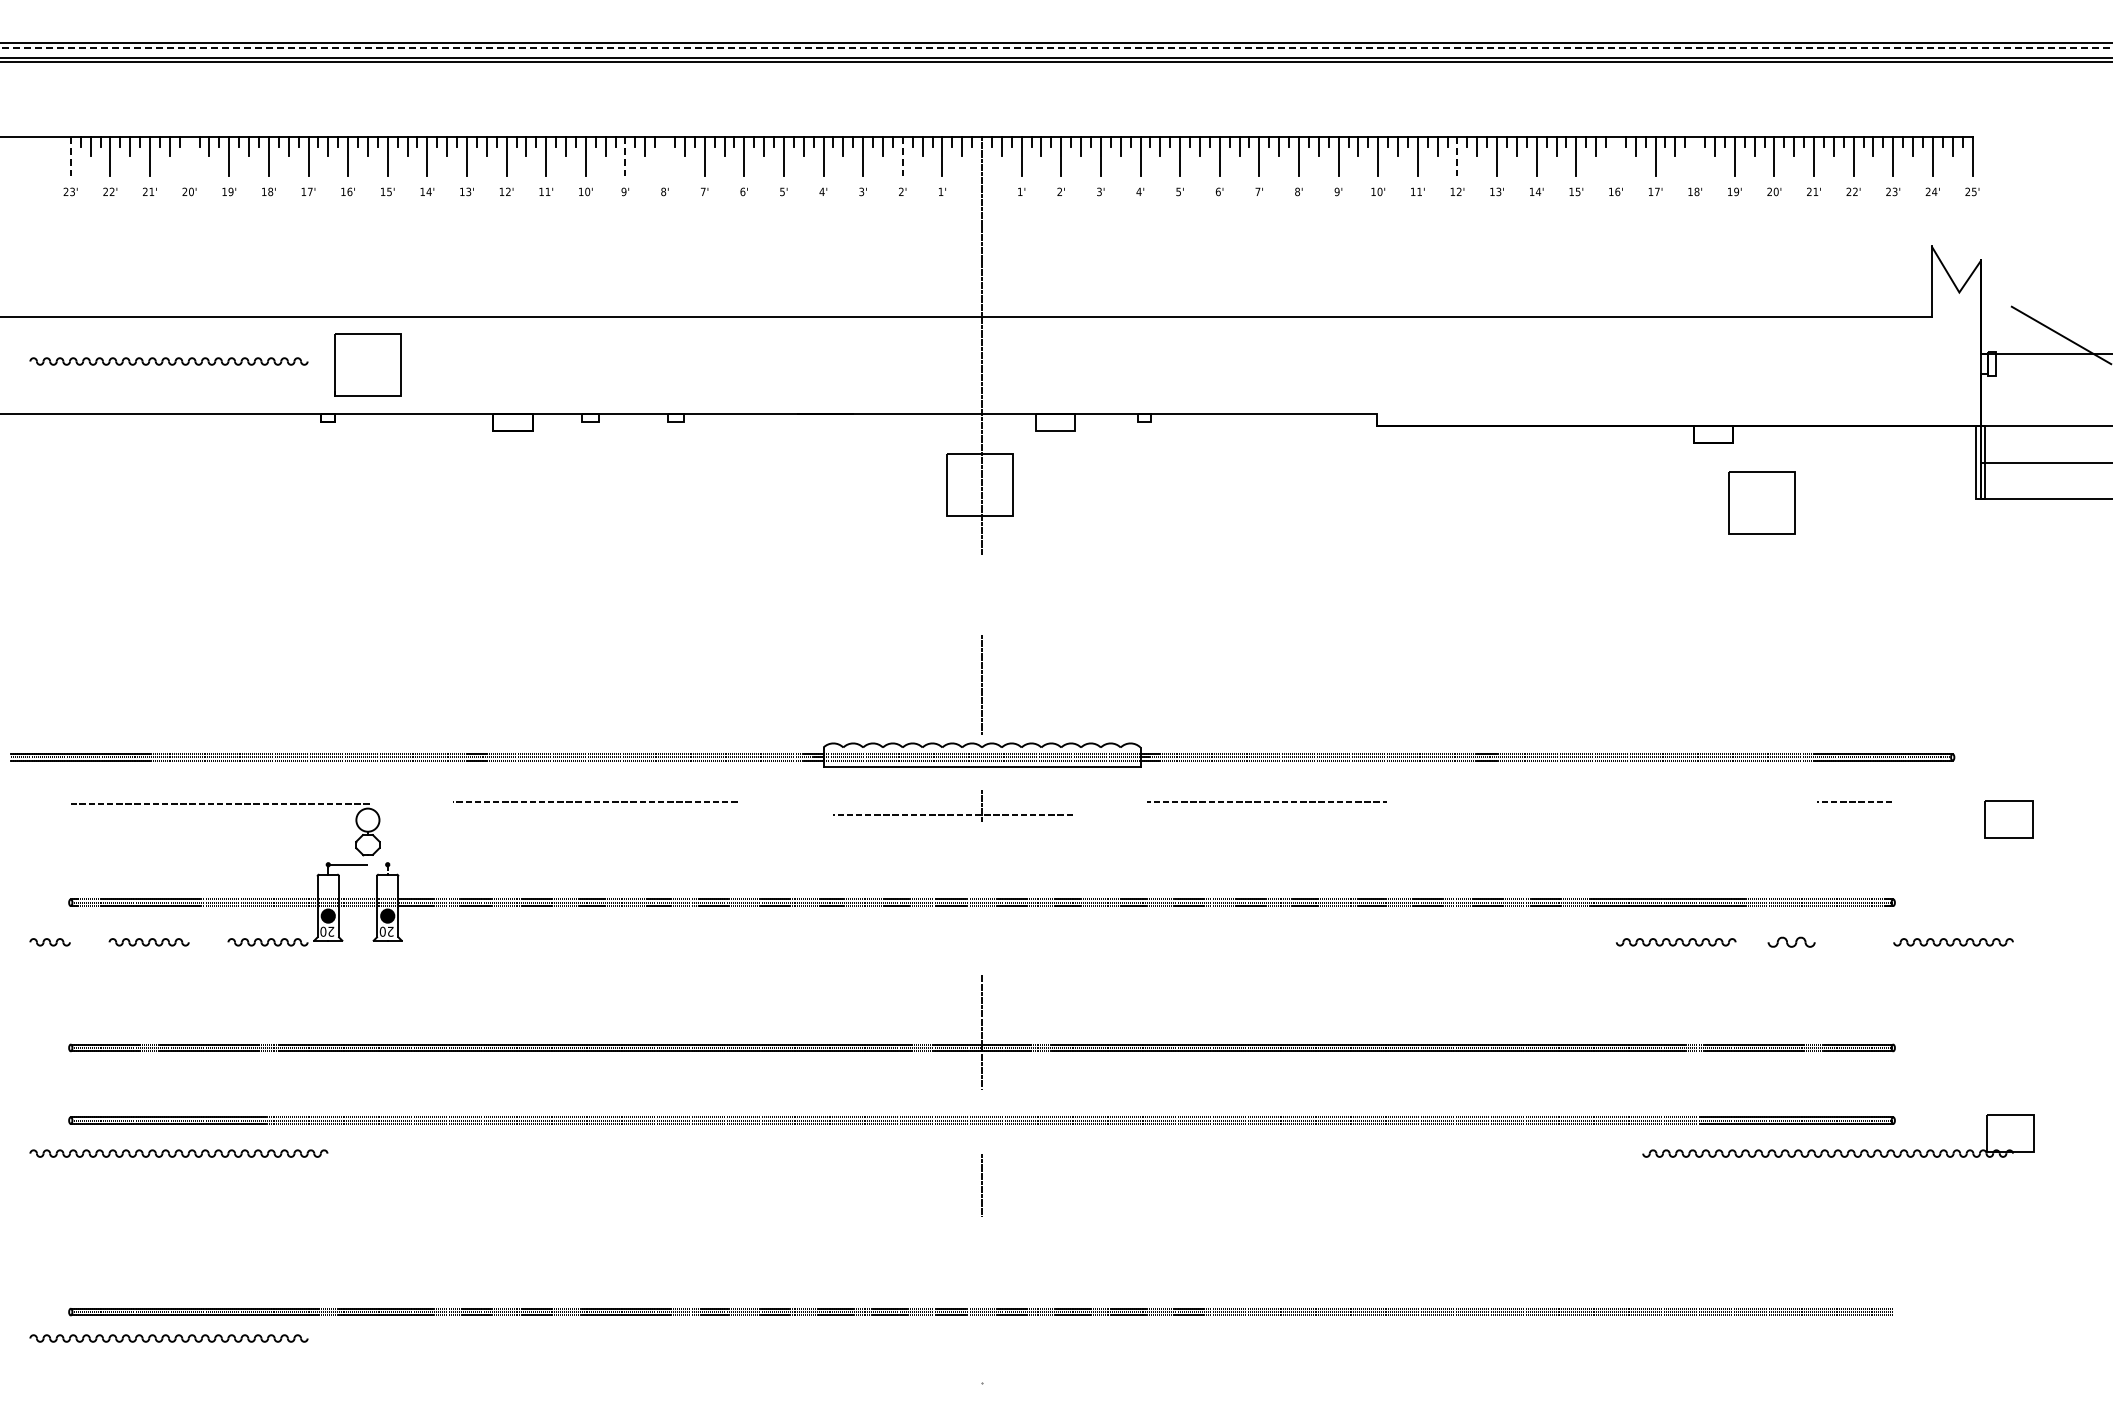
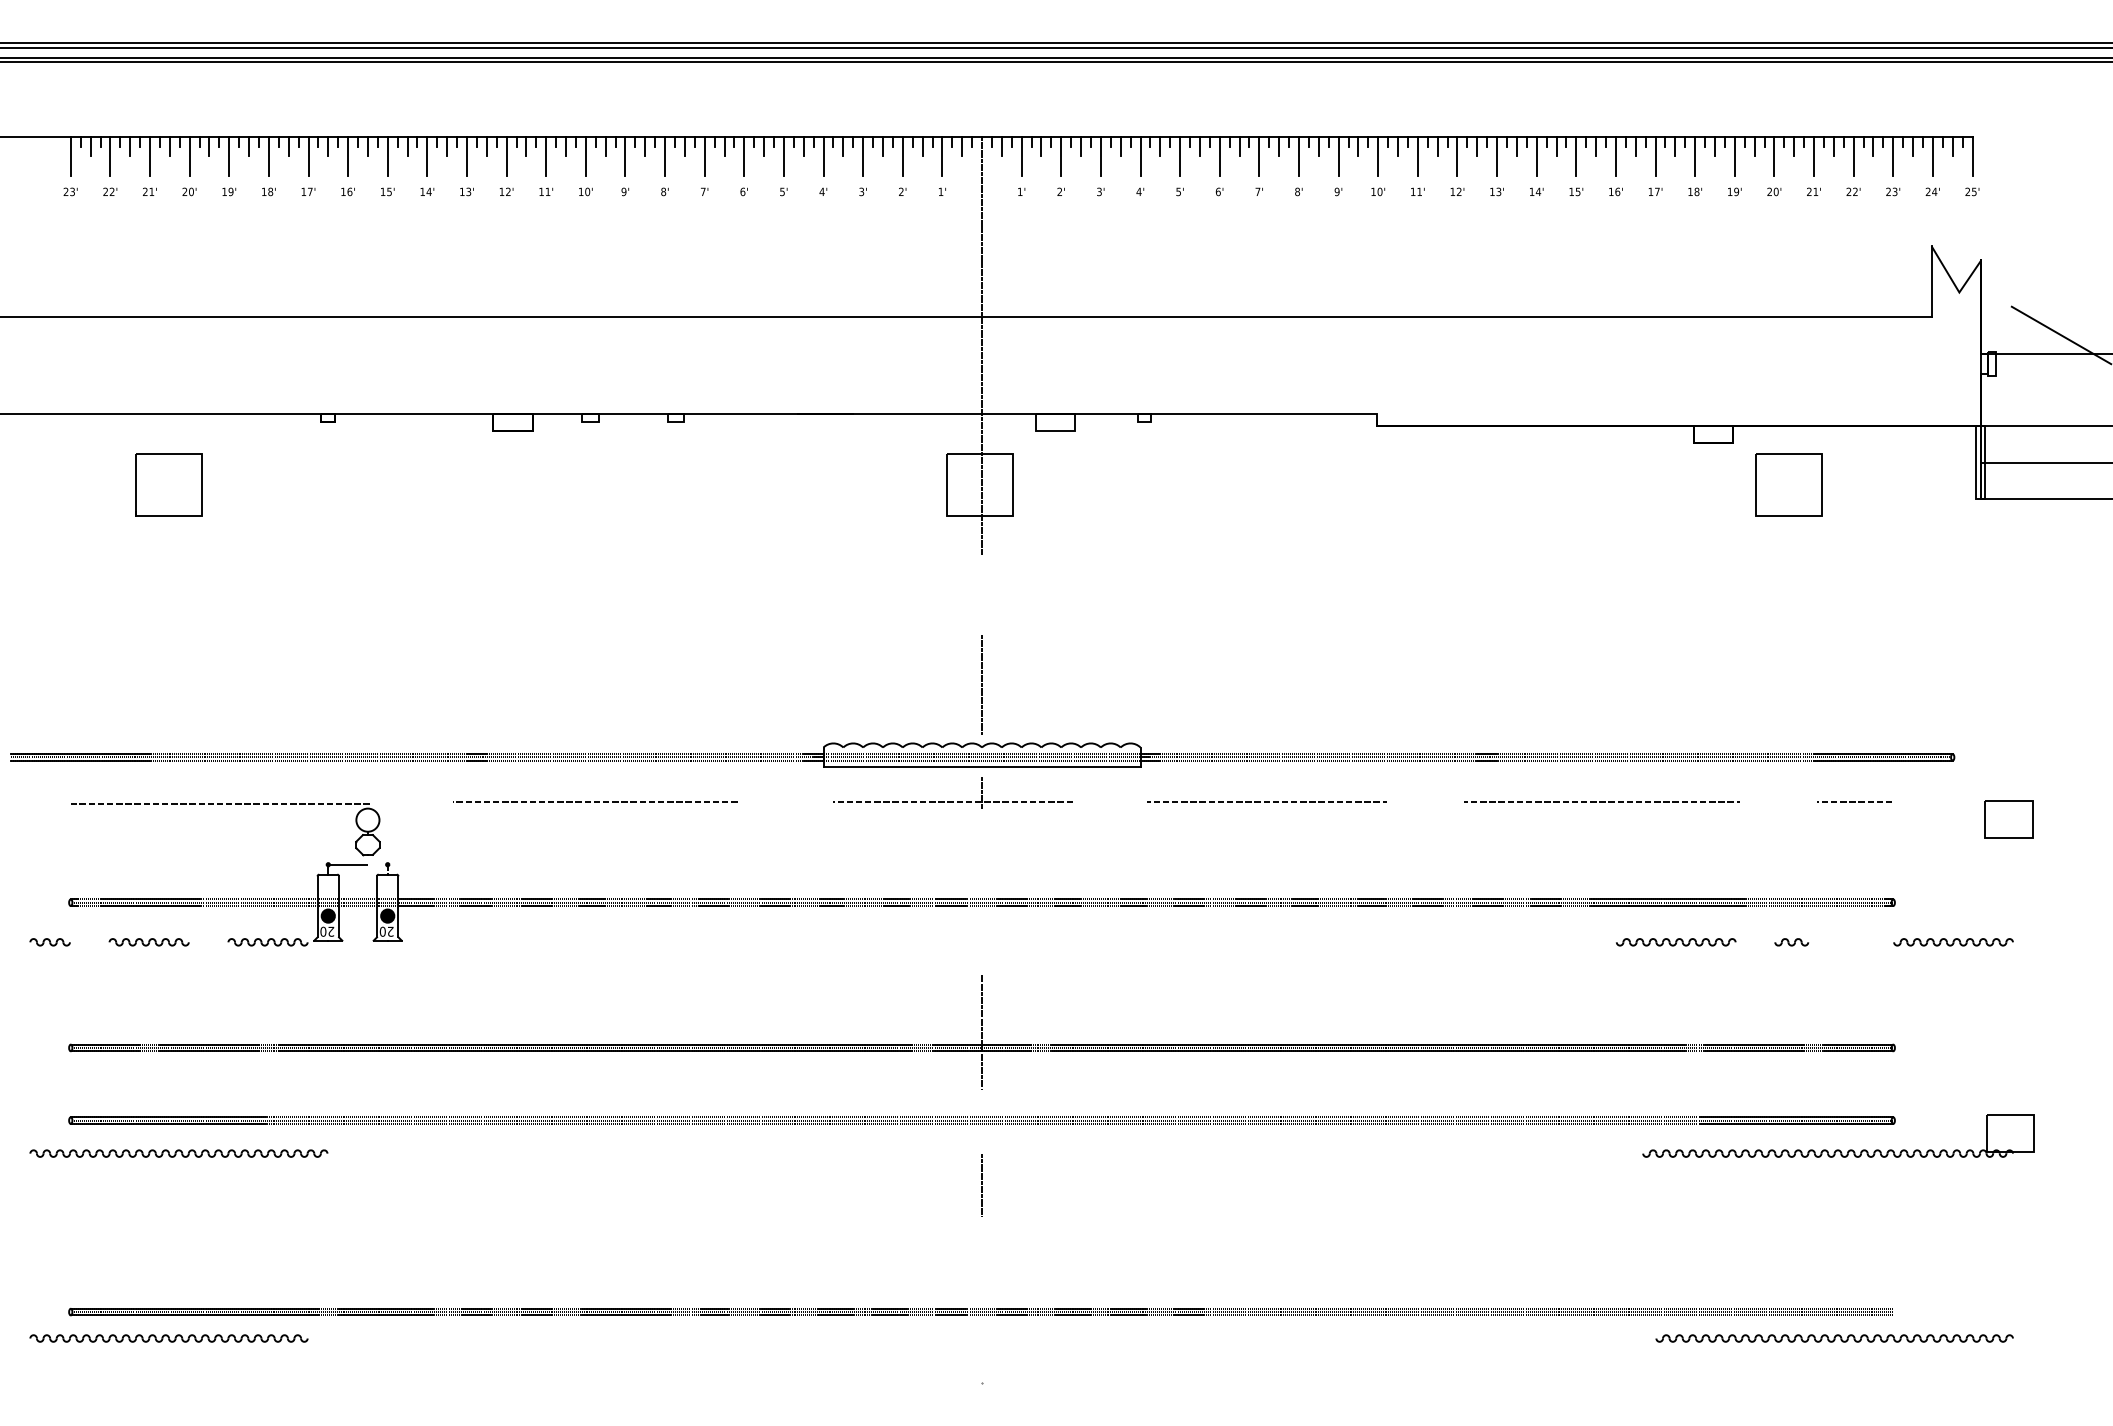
line at (1056, 47): dashed -> solid
line at (70, 156): dashed -> solid
line at (189, 156): none -> present
line at (625, 156): dashed -> solid
line at (665, 156): none -> present
line at (902, 156): dashed -> solid
line at (1457, 156): dashed -> solid
line at (1615, 156): none -> present
line at (1695, 156): none -> present
part at (168, 361): present -> none
part at (367, 364) position: (367, 364) -> (168, 484)
part at (1761, 502) position: (1761, 502) -> (1788, 484)
line at (1602, 802): none -> present
part at (952, 814) position: (952, 814) -> (952, 801)
part at (1791, 941) size: 49x12 px -> 36x9 px
part at (1834, 1338): none -> present
